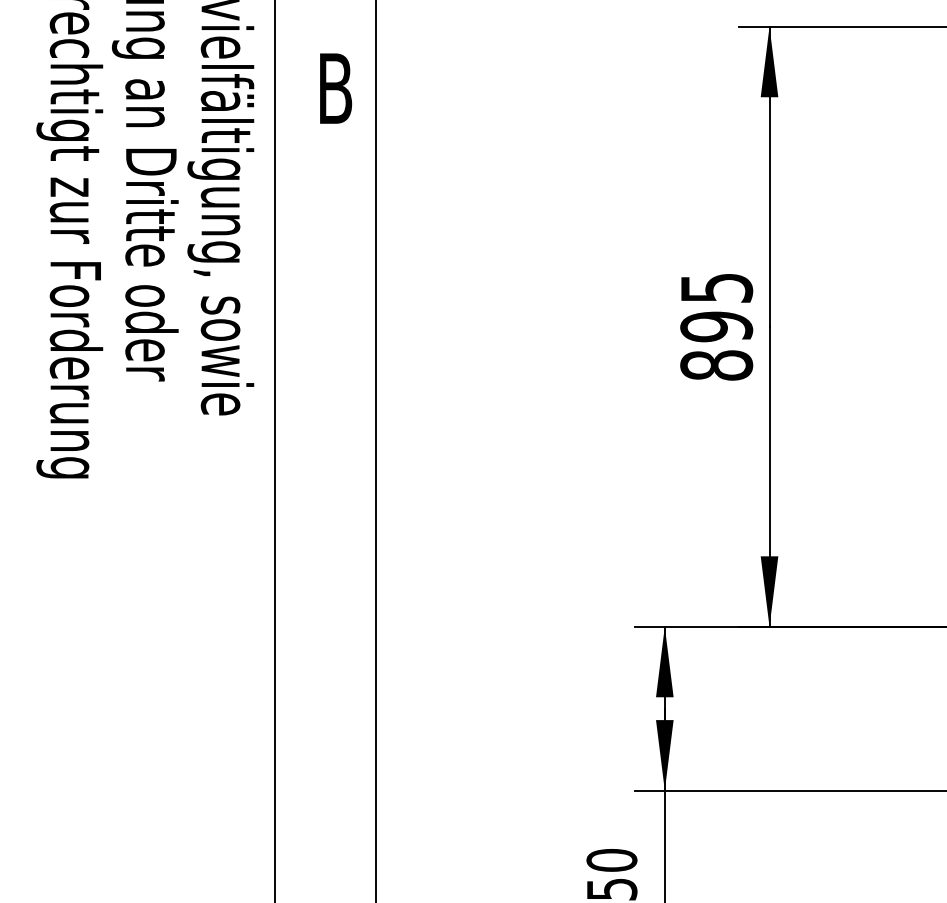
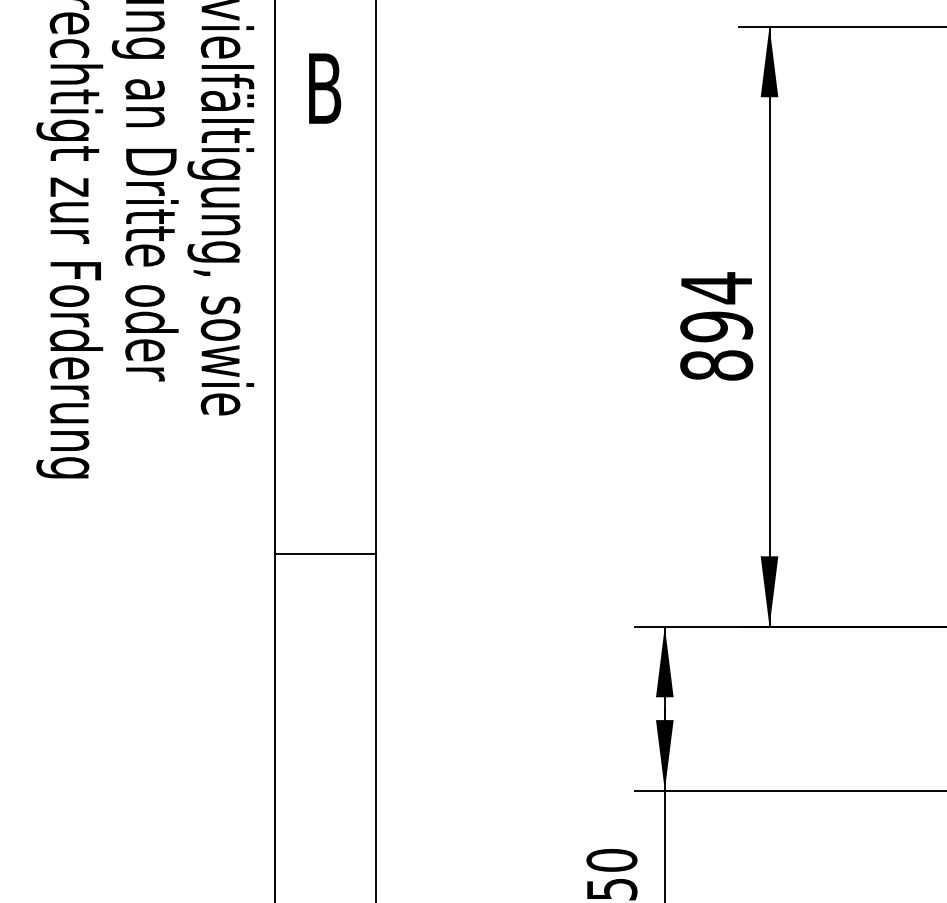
text at (336, 88) position: (336, 88) -> (325, 88)
text at (717, 288): 895 -> 894
line at (325, 553): none -> present
